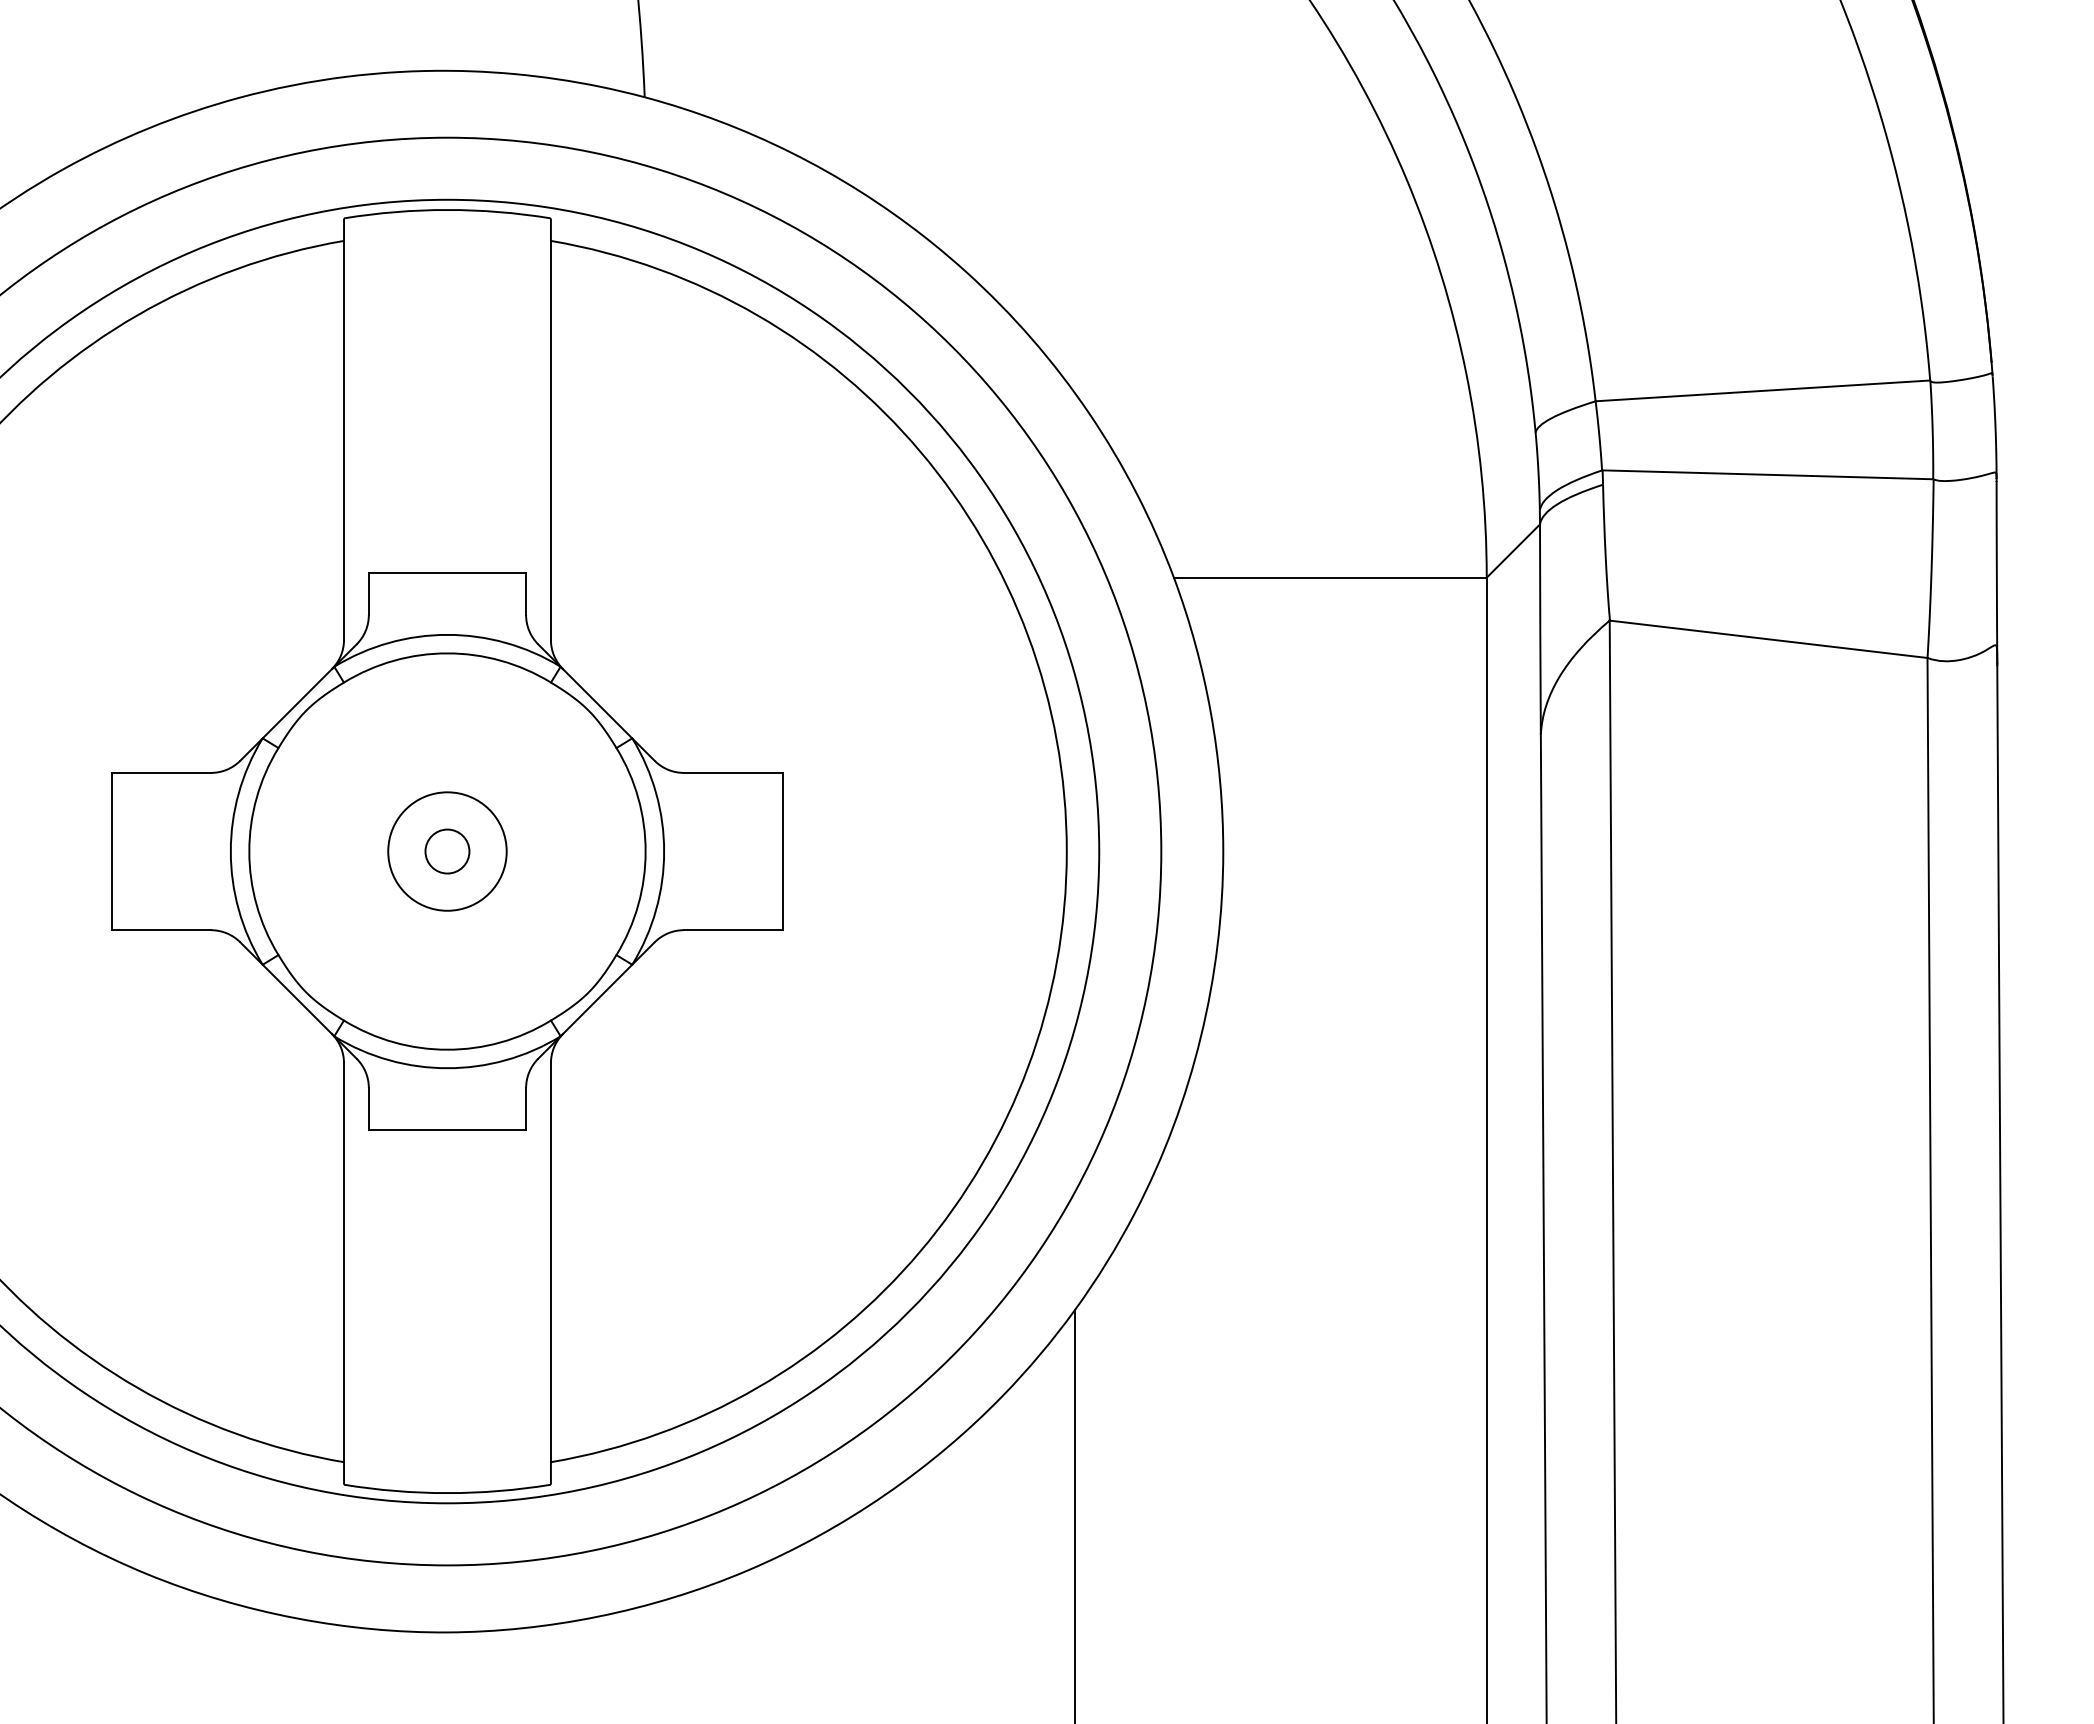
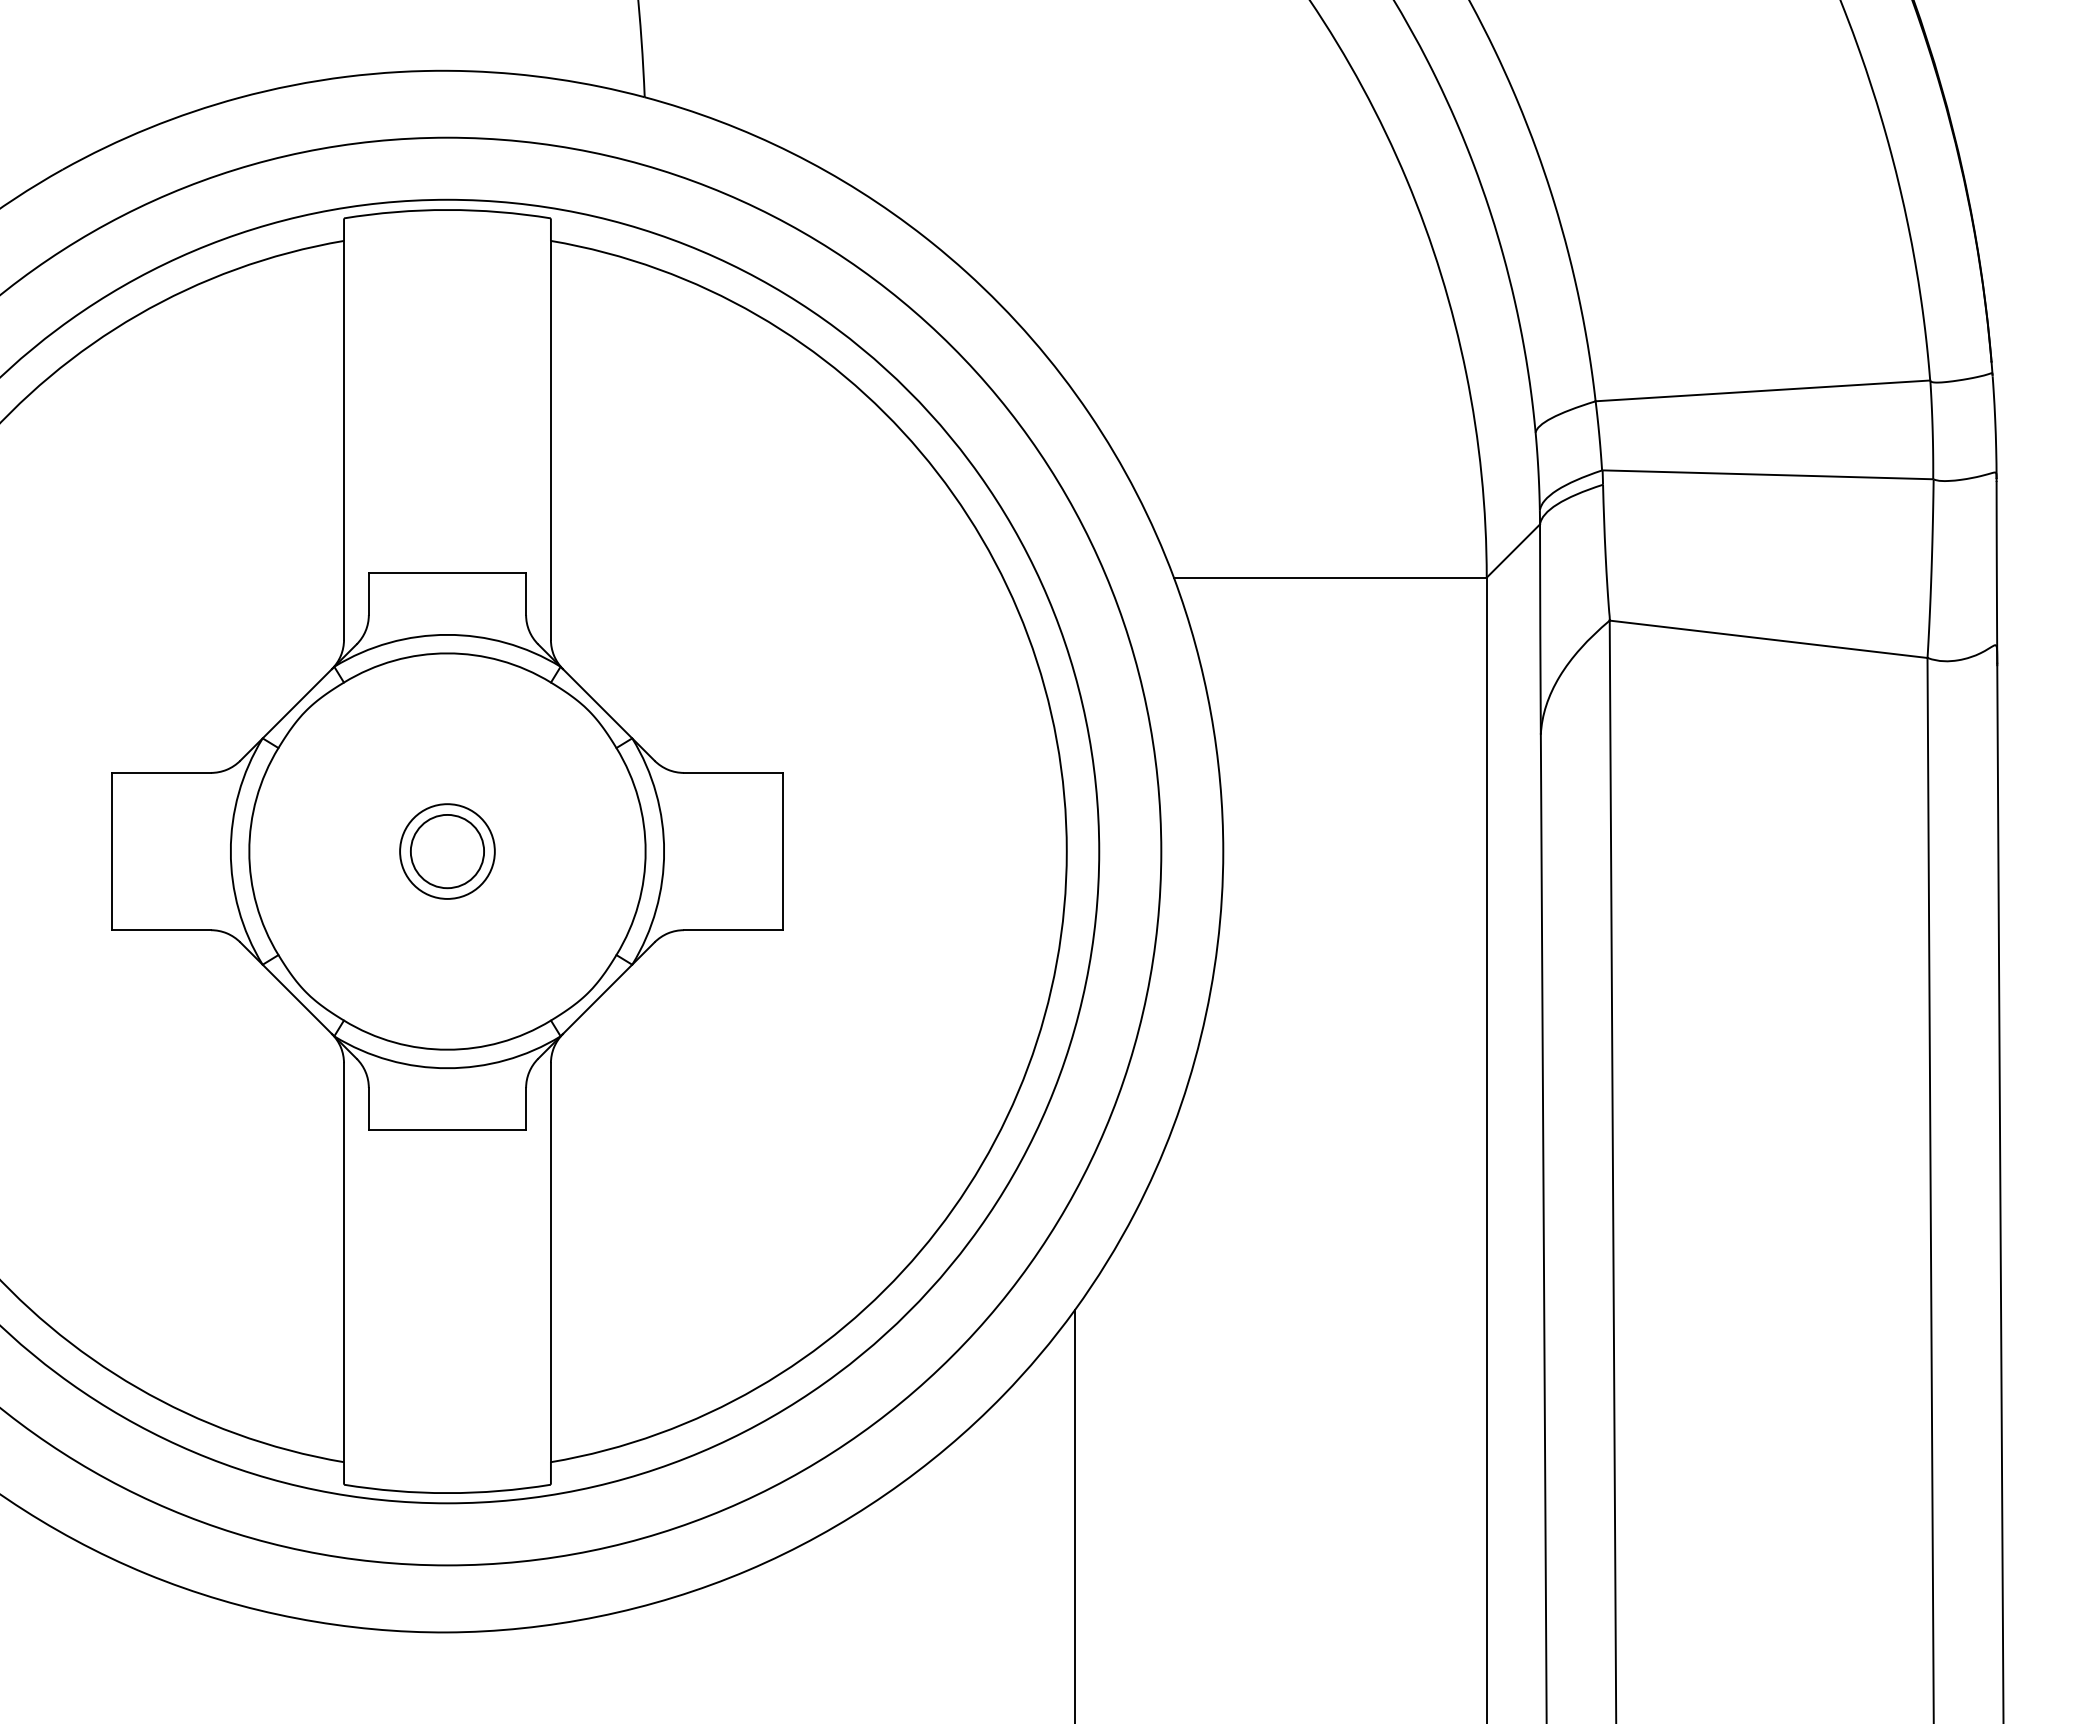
circle at (447, 851) diameter: 118 px -> 95 px
circle at (447, 851) diameter: 44 px -> 73 px
